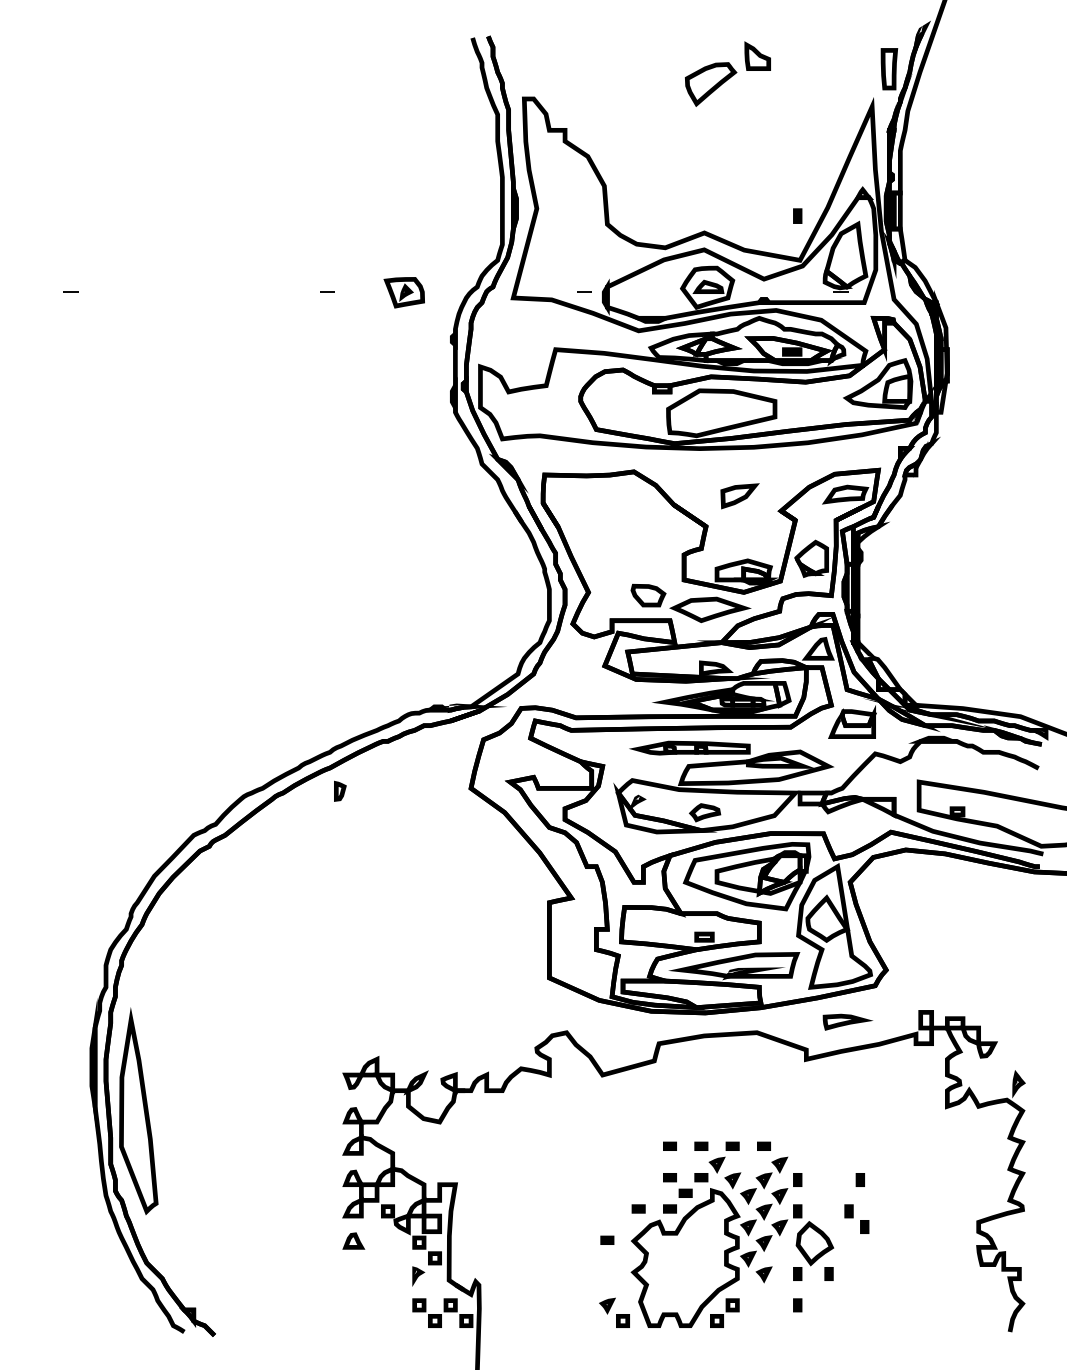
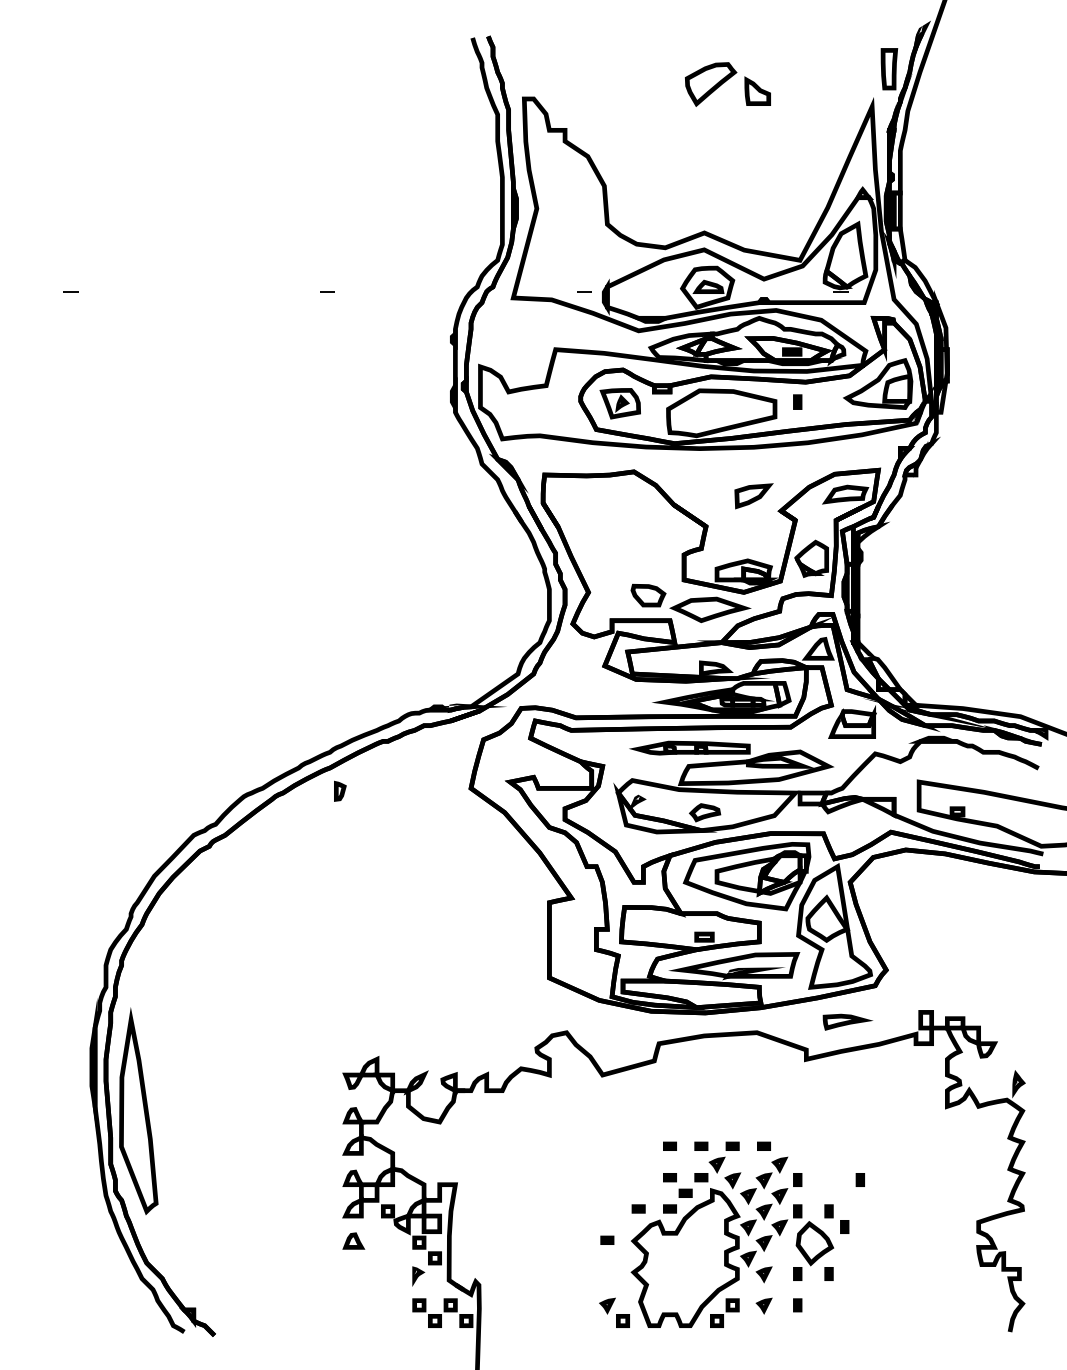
part at (757, 55) position: (757, 55) -> (757, 90)
part at (797, 215) position: (797, 215) -> (797, 401)
part at (403, 292) position: (403, 292) -> (619, 403)
part at (739, 496) position: (739, 496) -> (753, 496)
part at (856, 1218) position: (856, 1218) -> (836, 1218)
part at (763, 1305): none -> present
